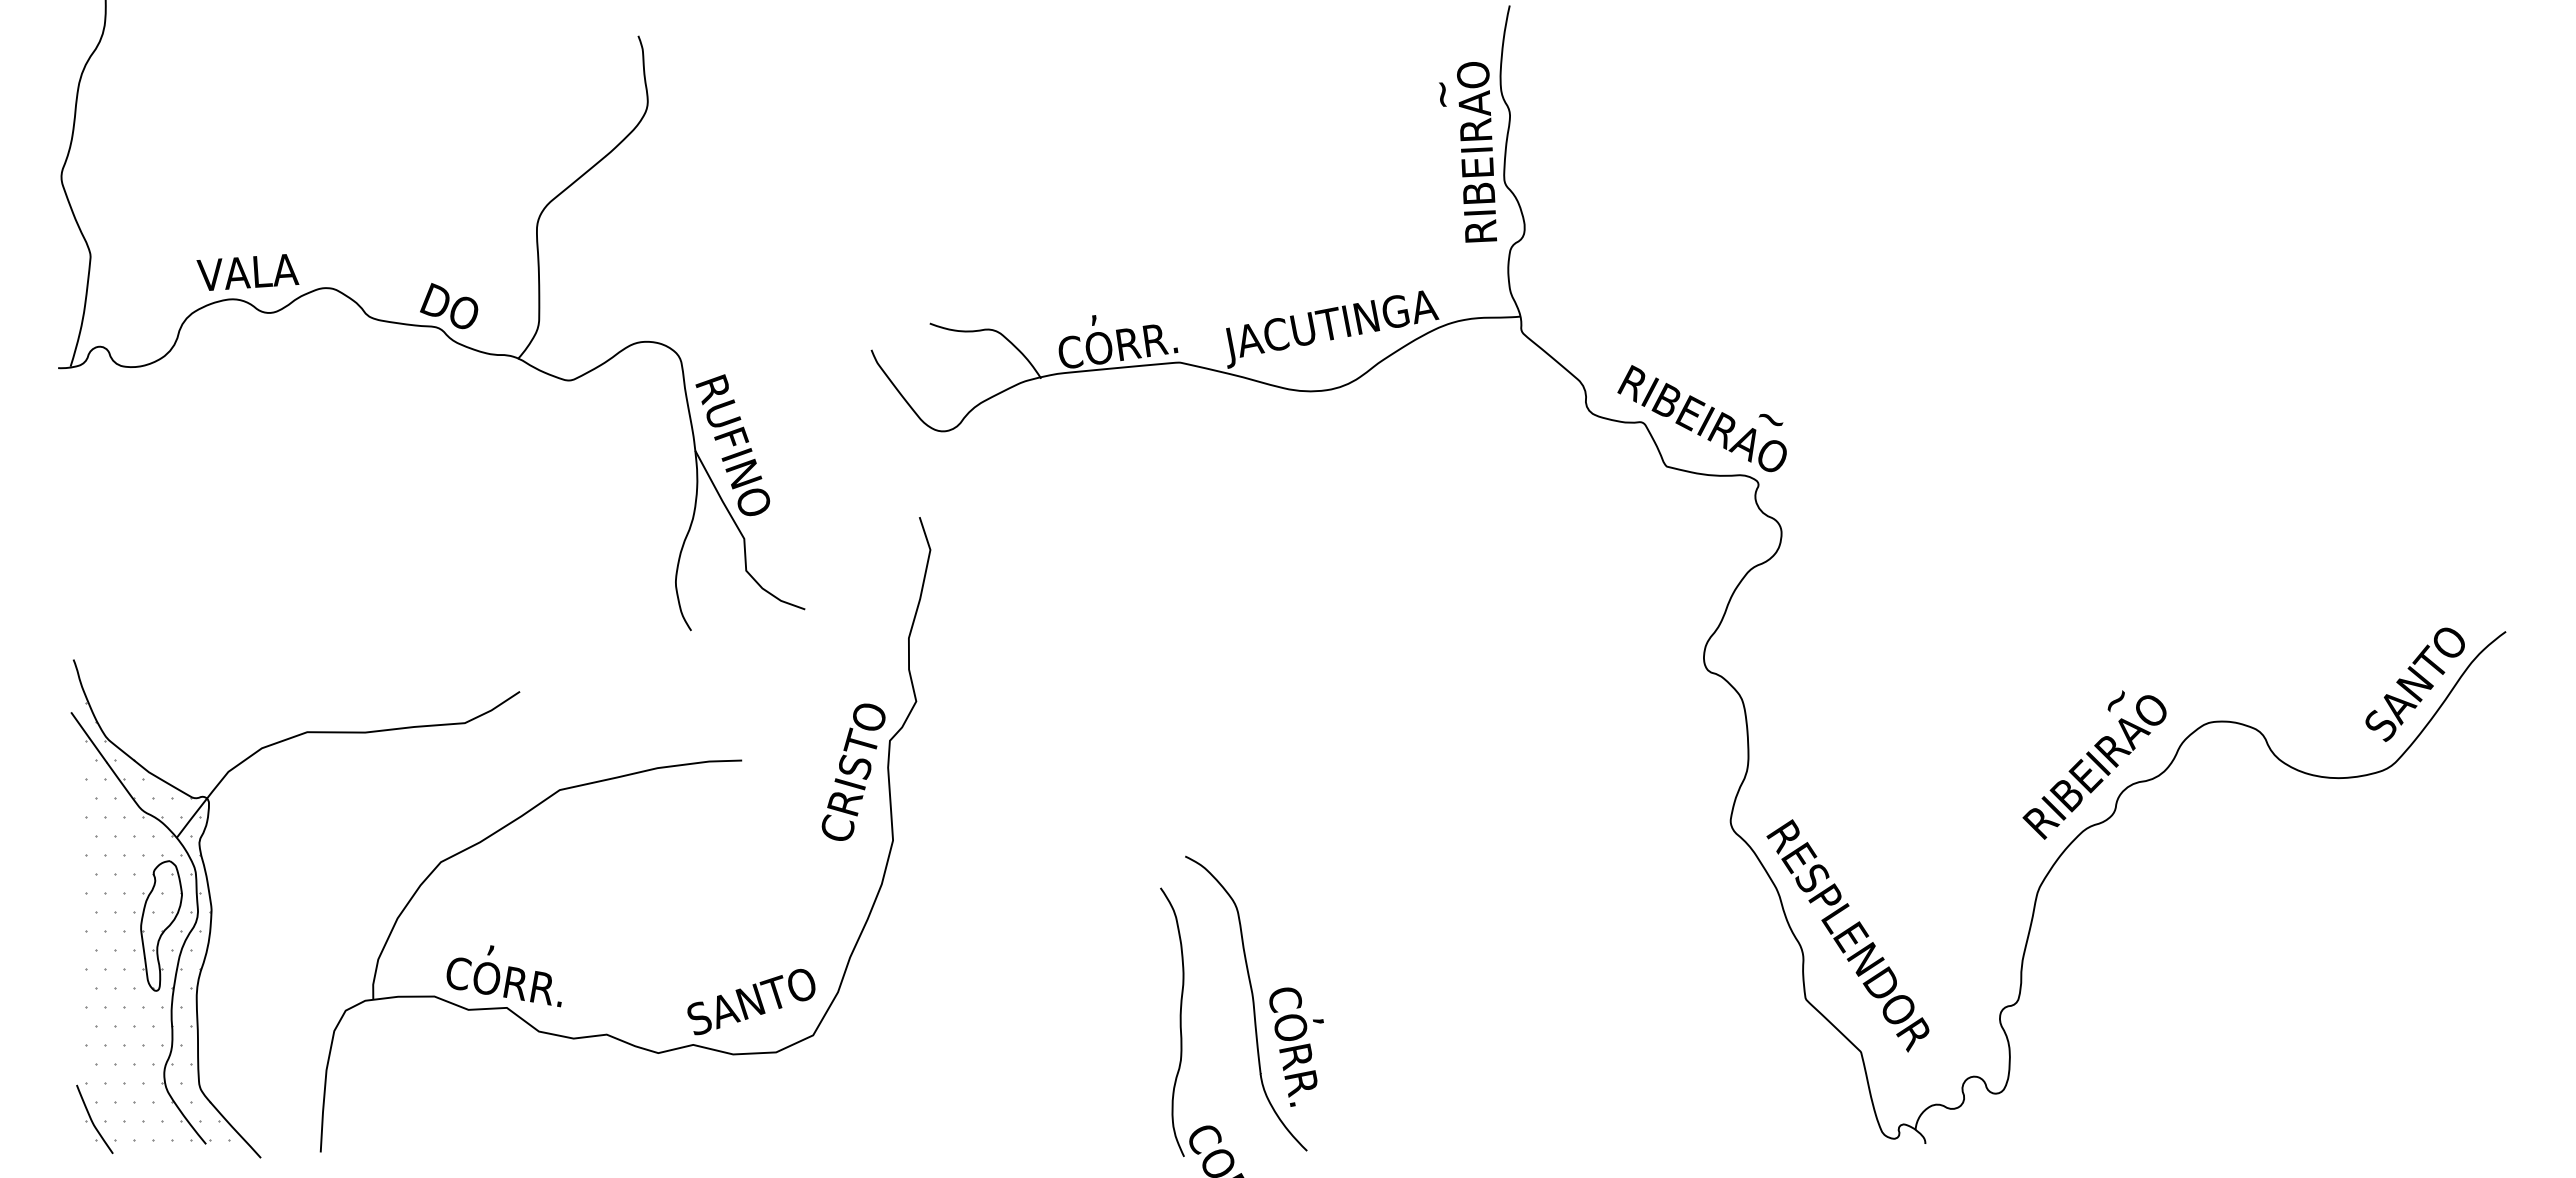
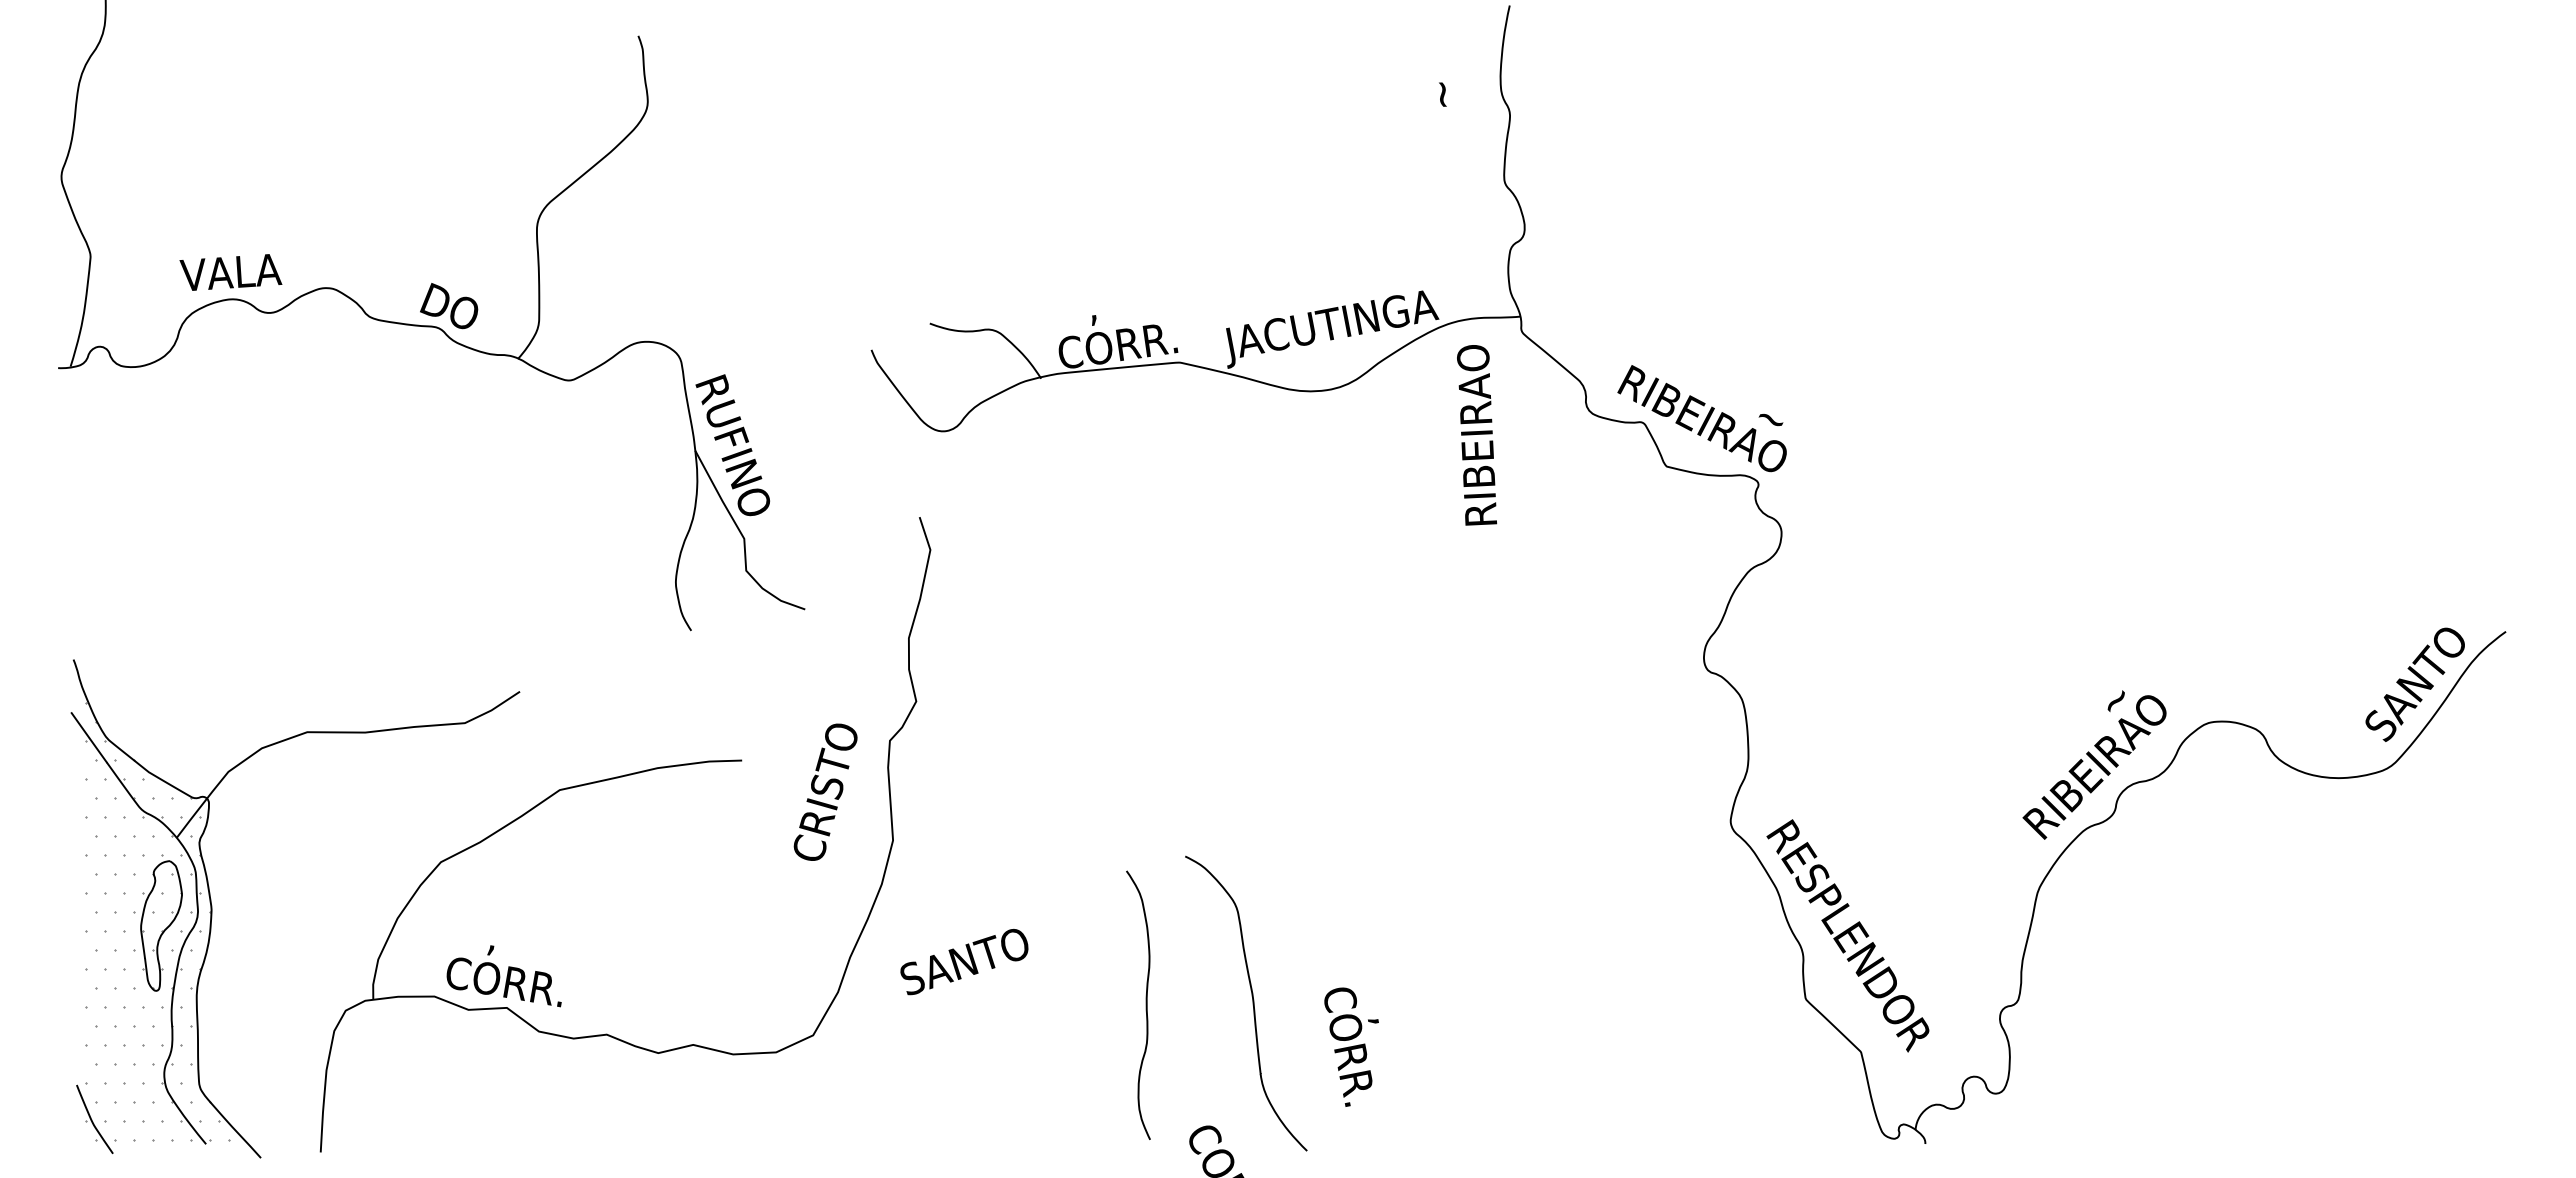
text at (1477, 152) position: (1477, 152) -> (1477, 435)
text at (247, 272) position: (247, 272) -> (230, 272)
text at (853, 771) position: (853, 771) -> (825, 791)
text at (751, 1001) position: (751, 1001) -> (964, 961)
curve at (1179, 1021) position: (1179, 1021) -> (1145, 1004)
text at (1296, 1046) position: (1296, 1046) -> (1351, 1046)
